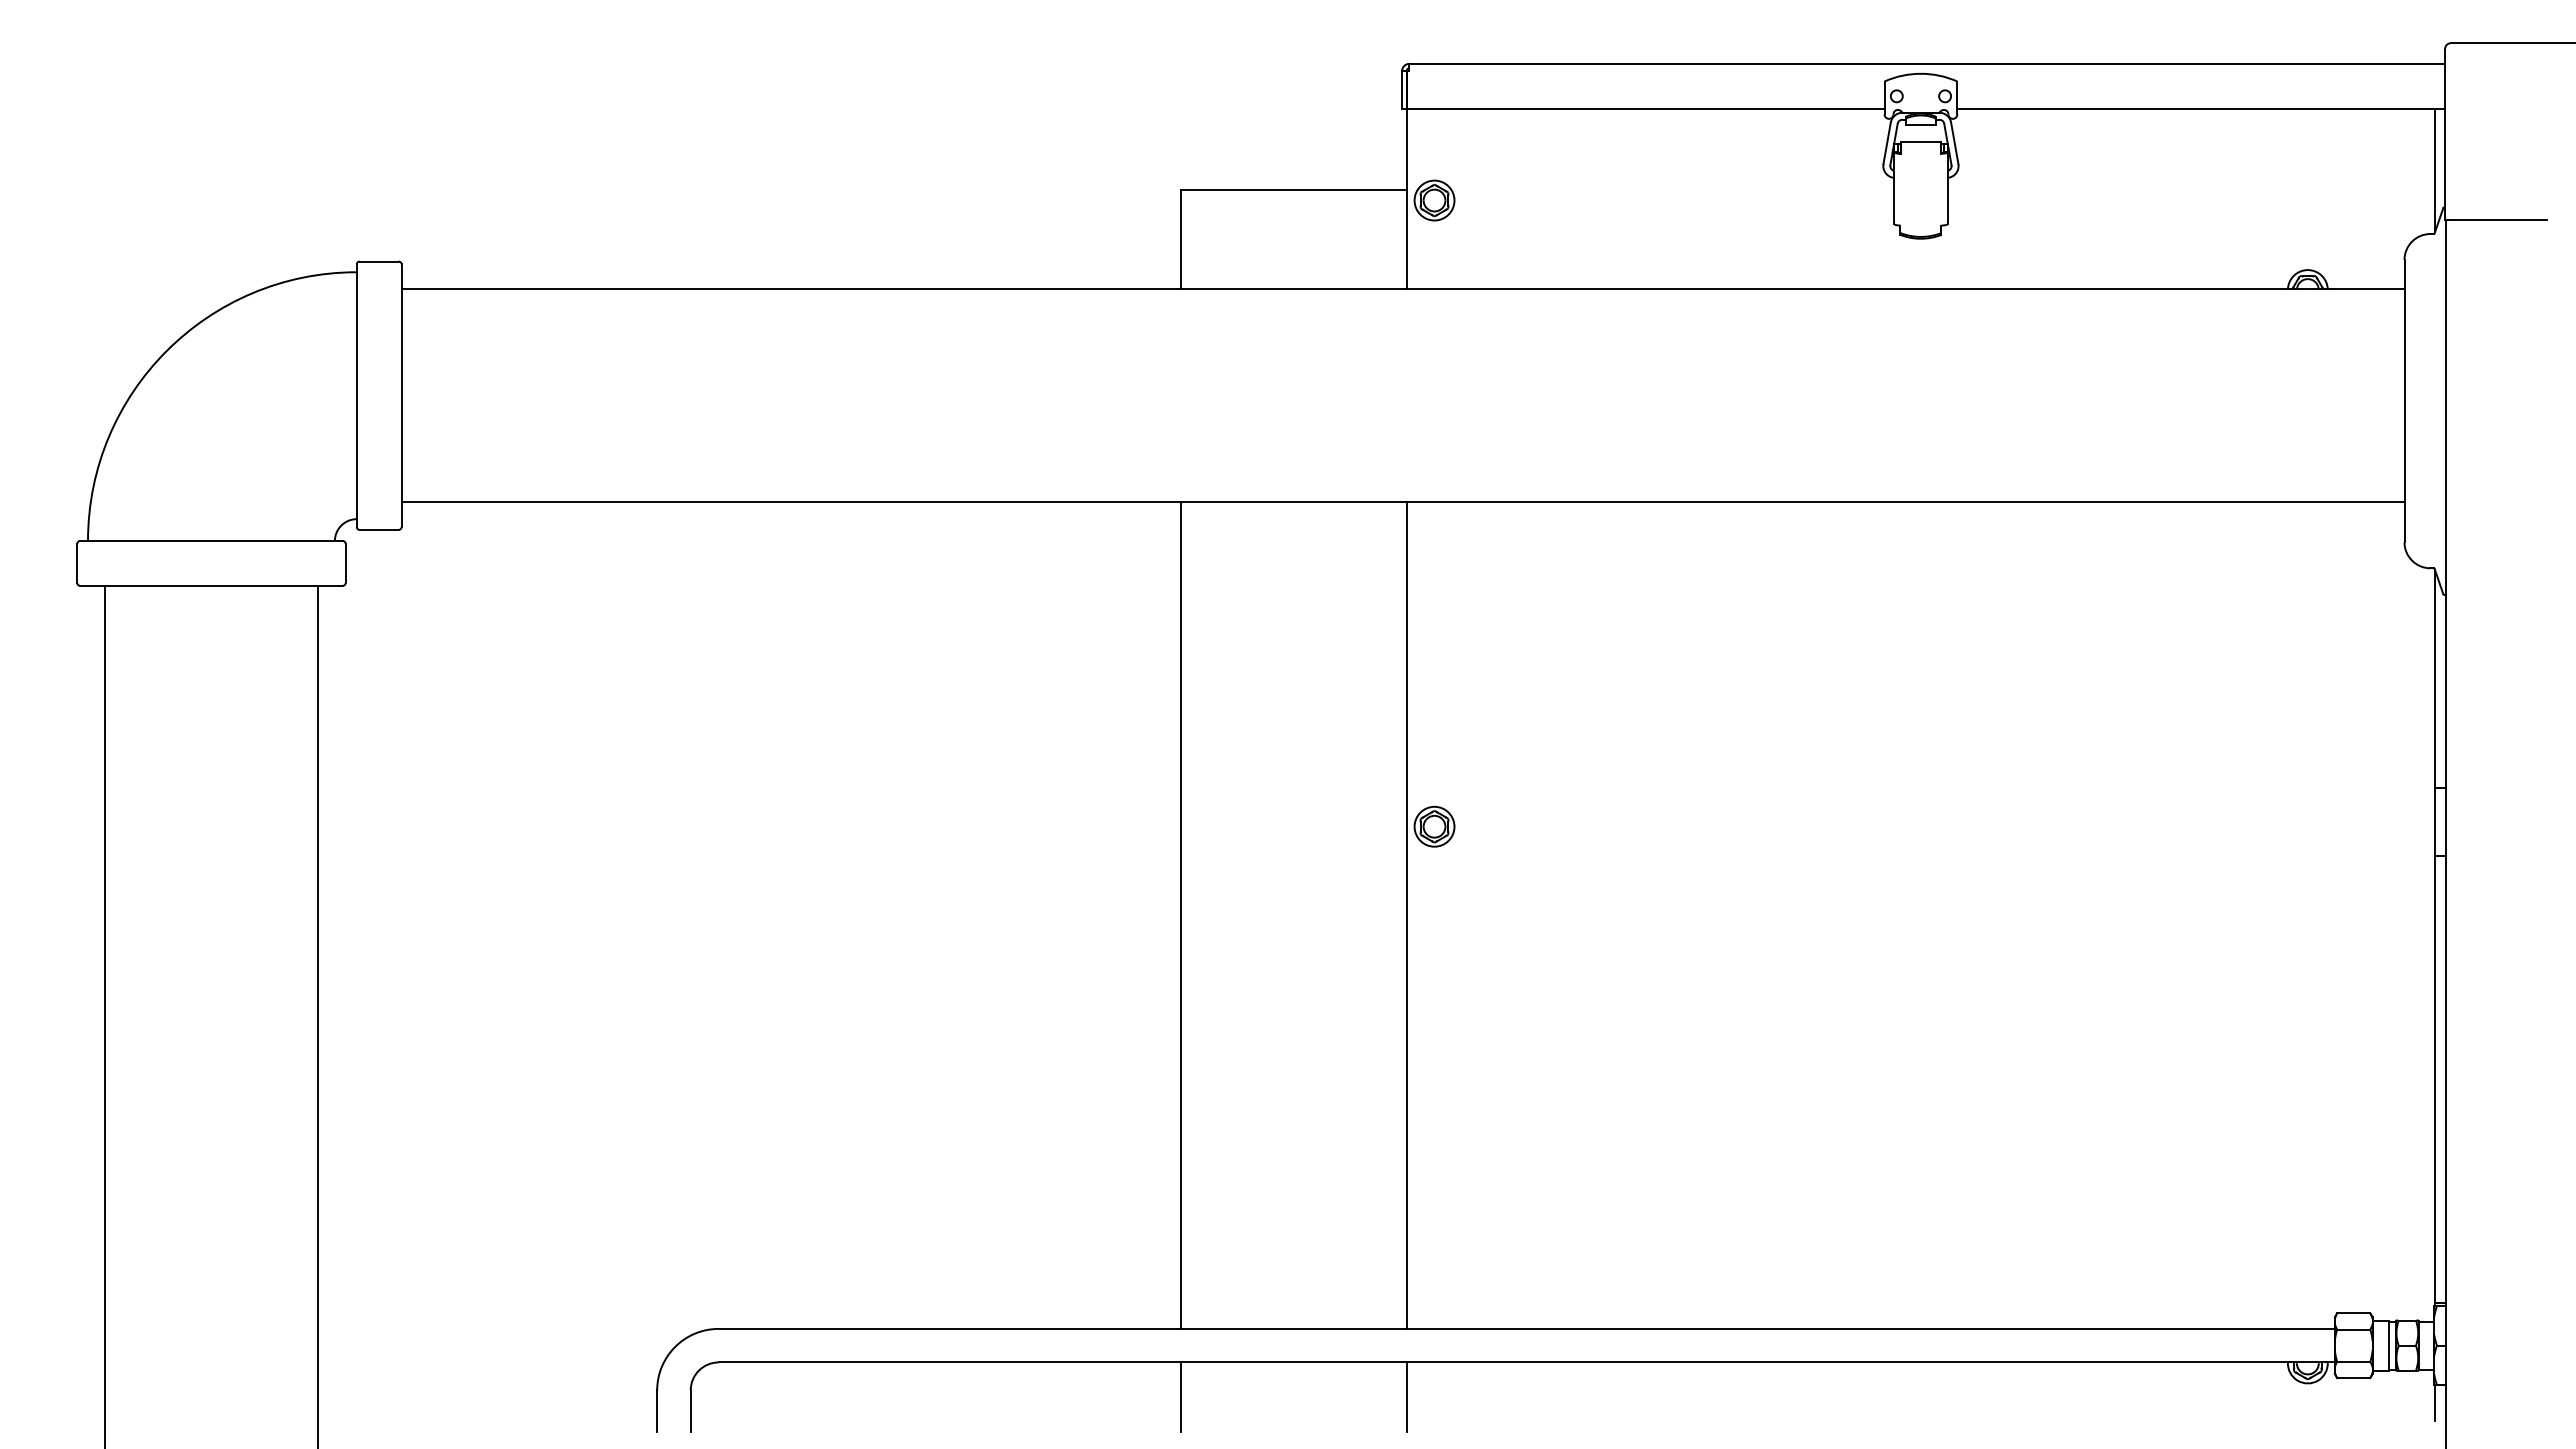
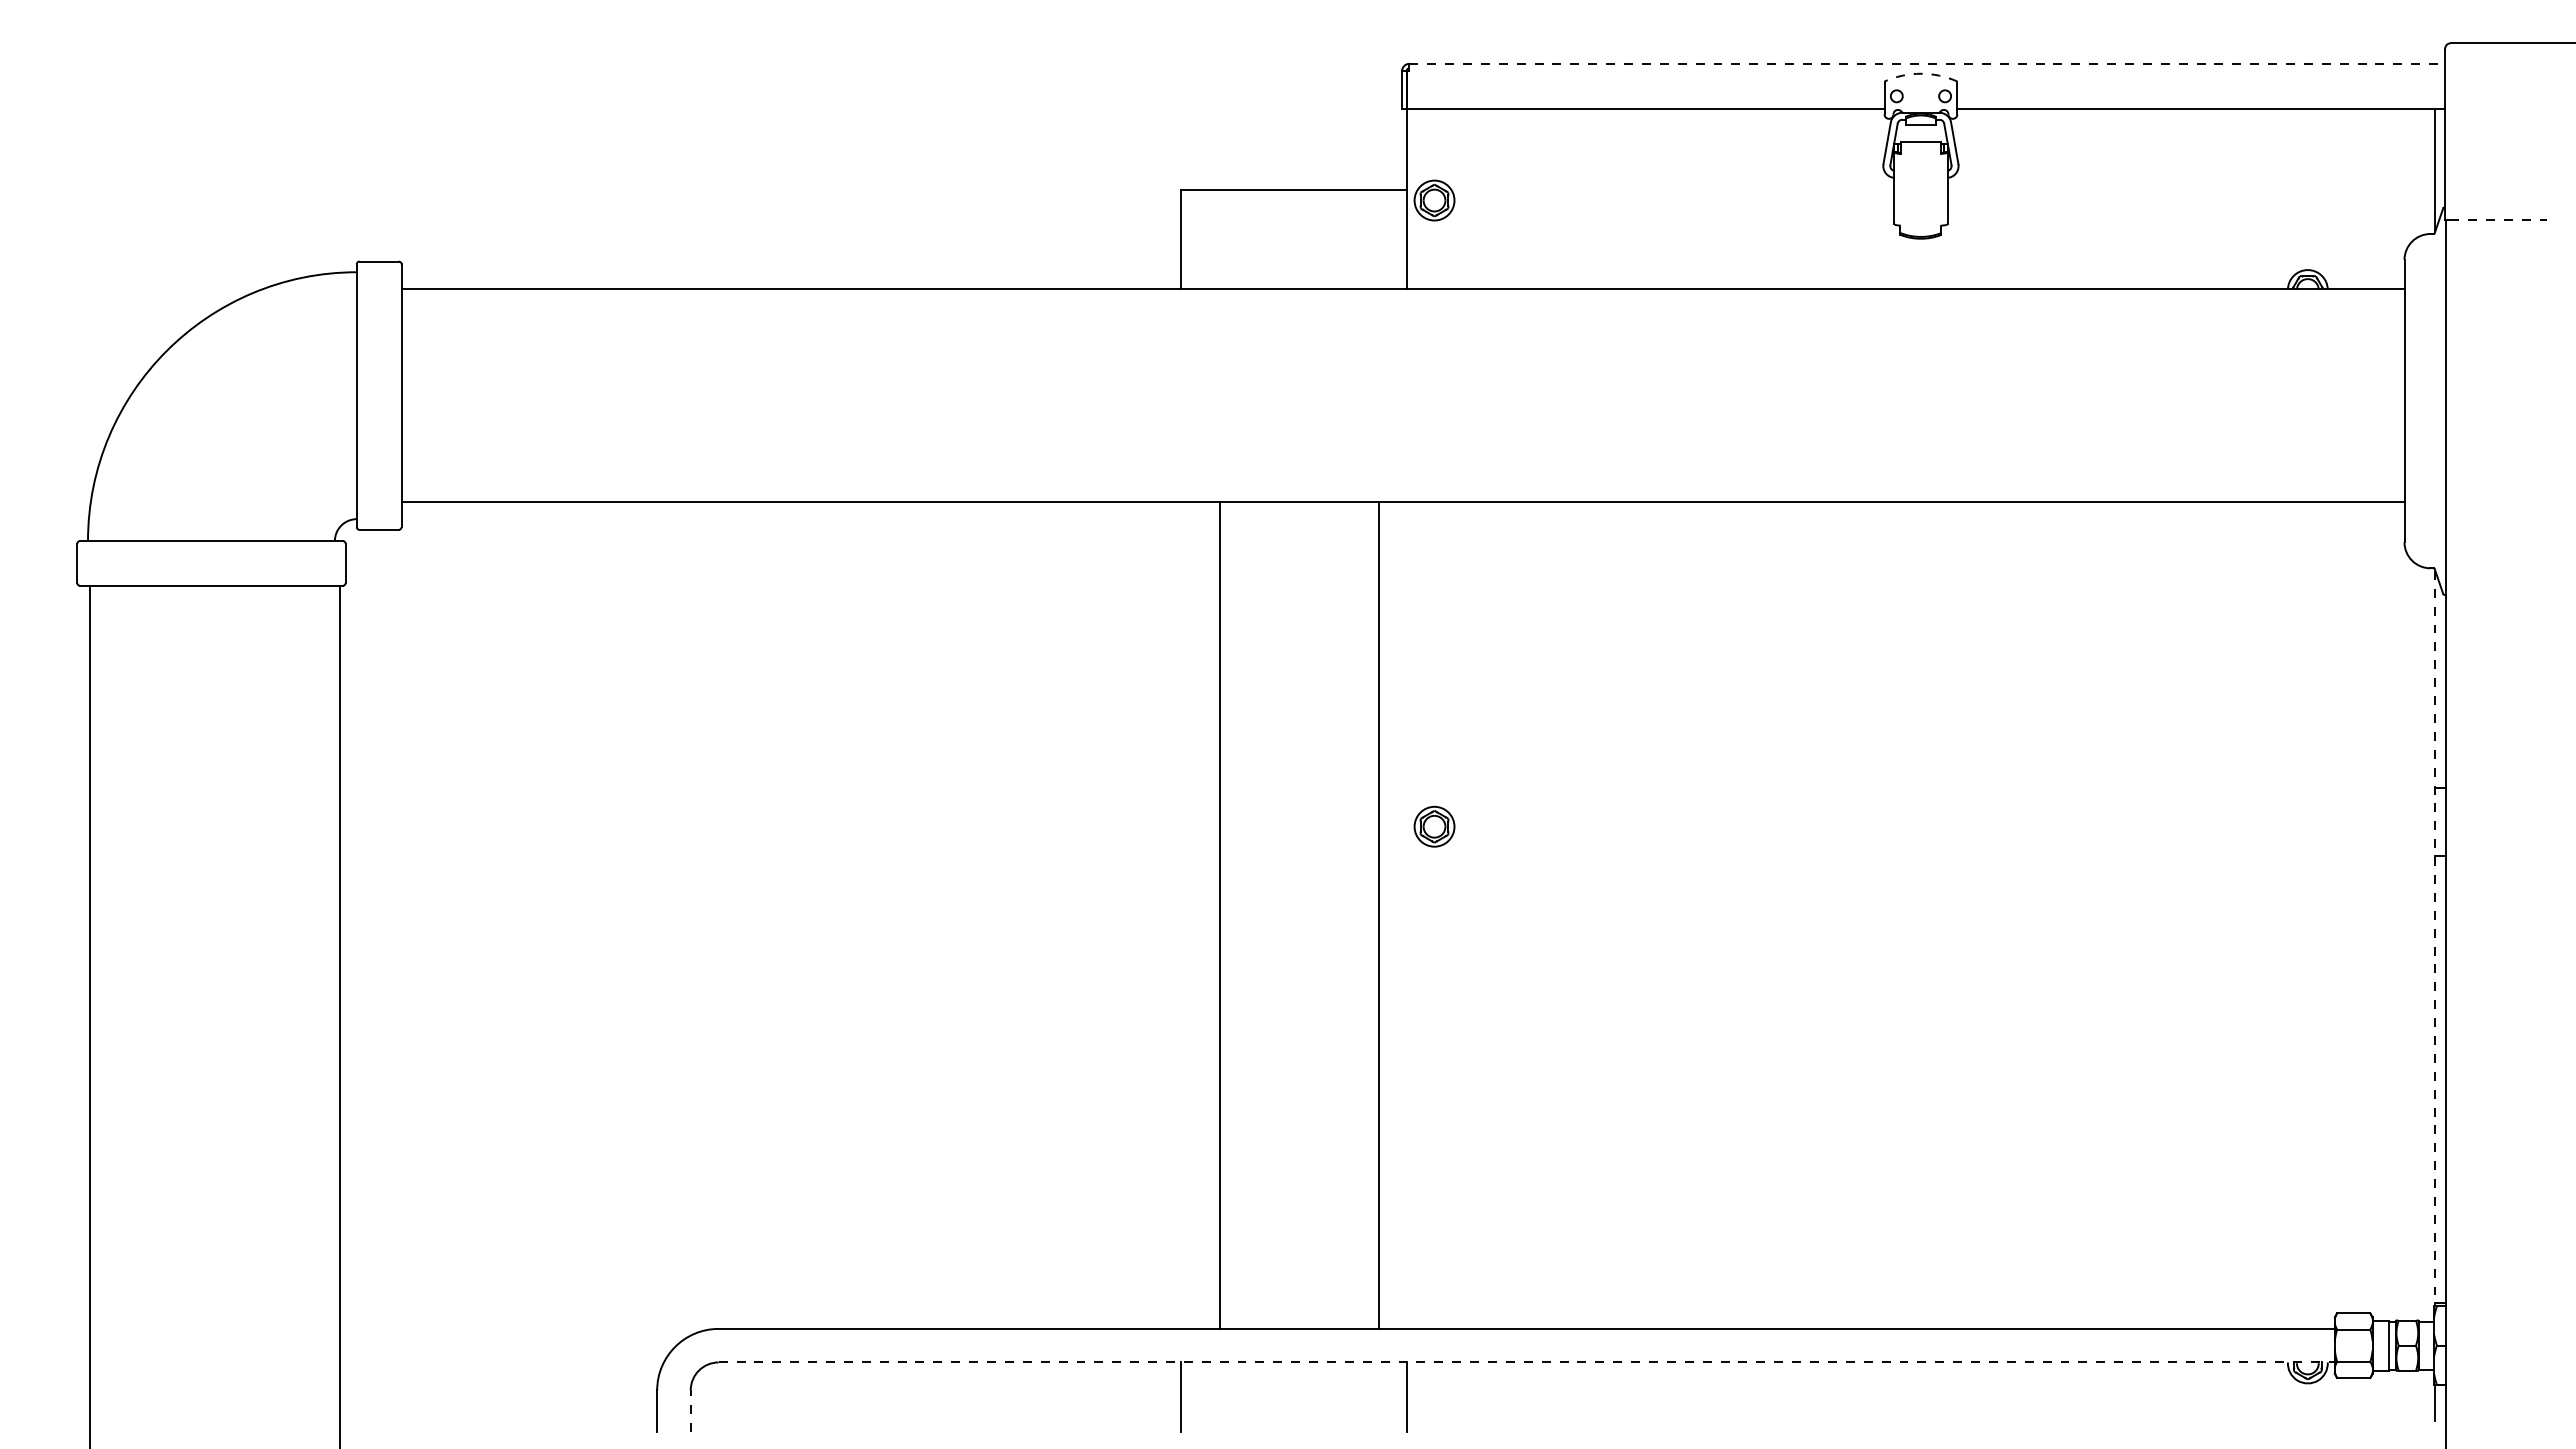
line at (1927, 63): solid -> dashed
arc at (1920, 73): solid -> dashed
line at (2499, 220): solid -> dashed
line at (1180, 914) position: (1180, 914) -> (1219, 914)
line at (1406, 914) position: (1406, 914) -> (1378, 914)
line at (2435, 938): solid -> dashed
line at (105, 1015) position: (105, 1015) -> (90, 1015)
line at (317, 1015) position: (317, 1015) -> (339, 1015)
line at (1527, 1362): solid -> dashed
line at (690, 1411): solid -> dashed
